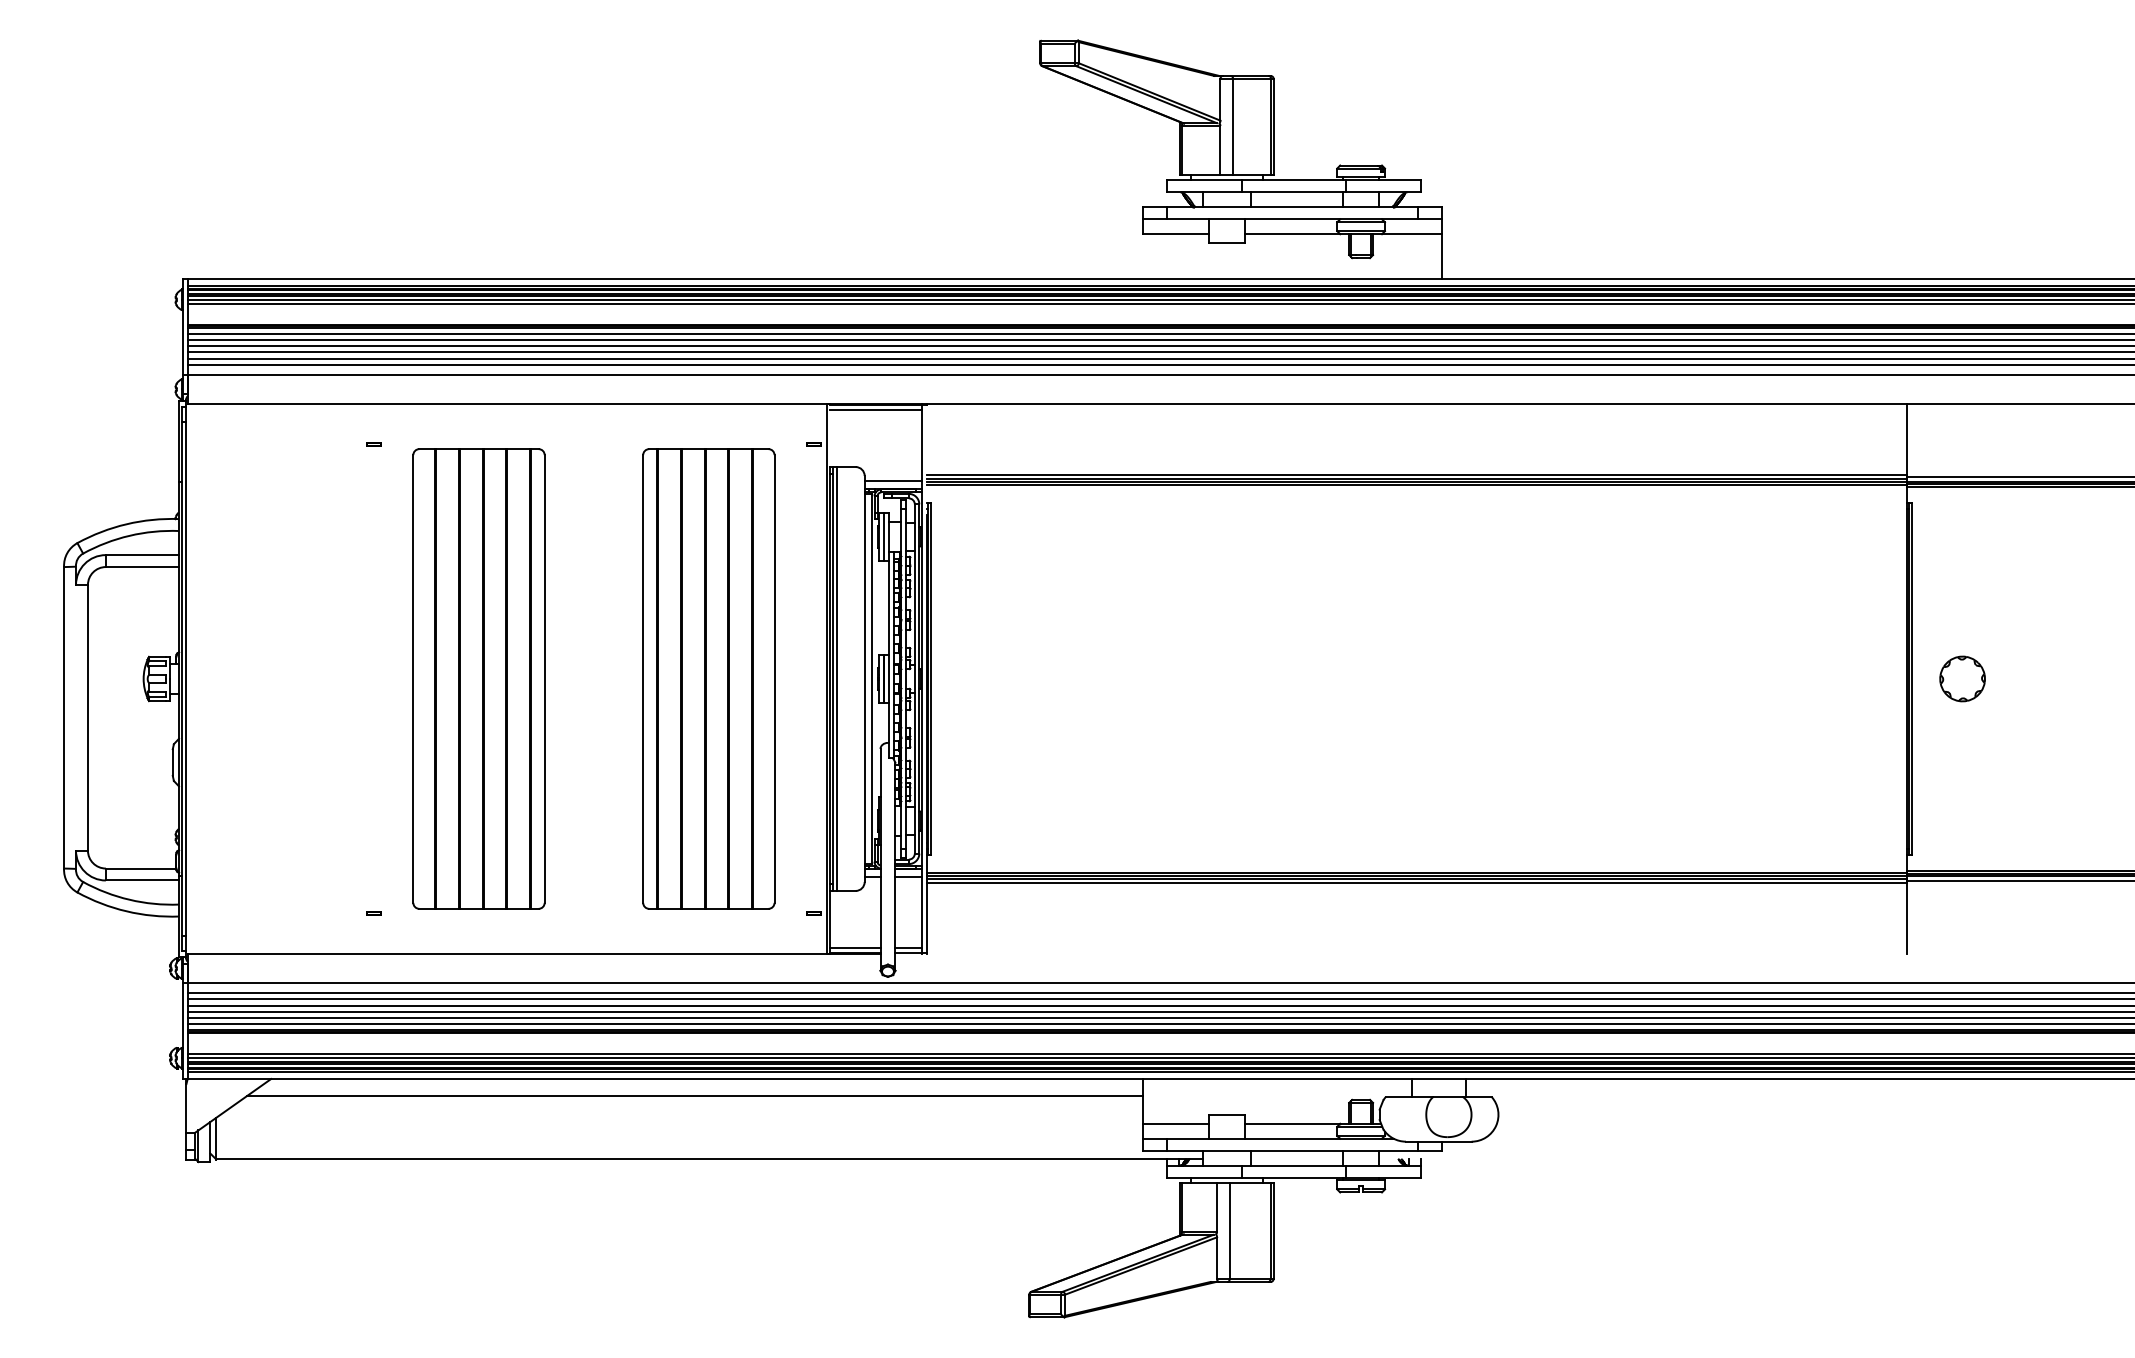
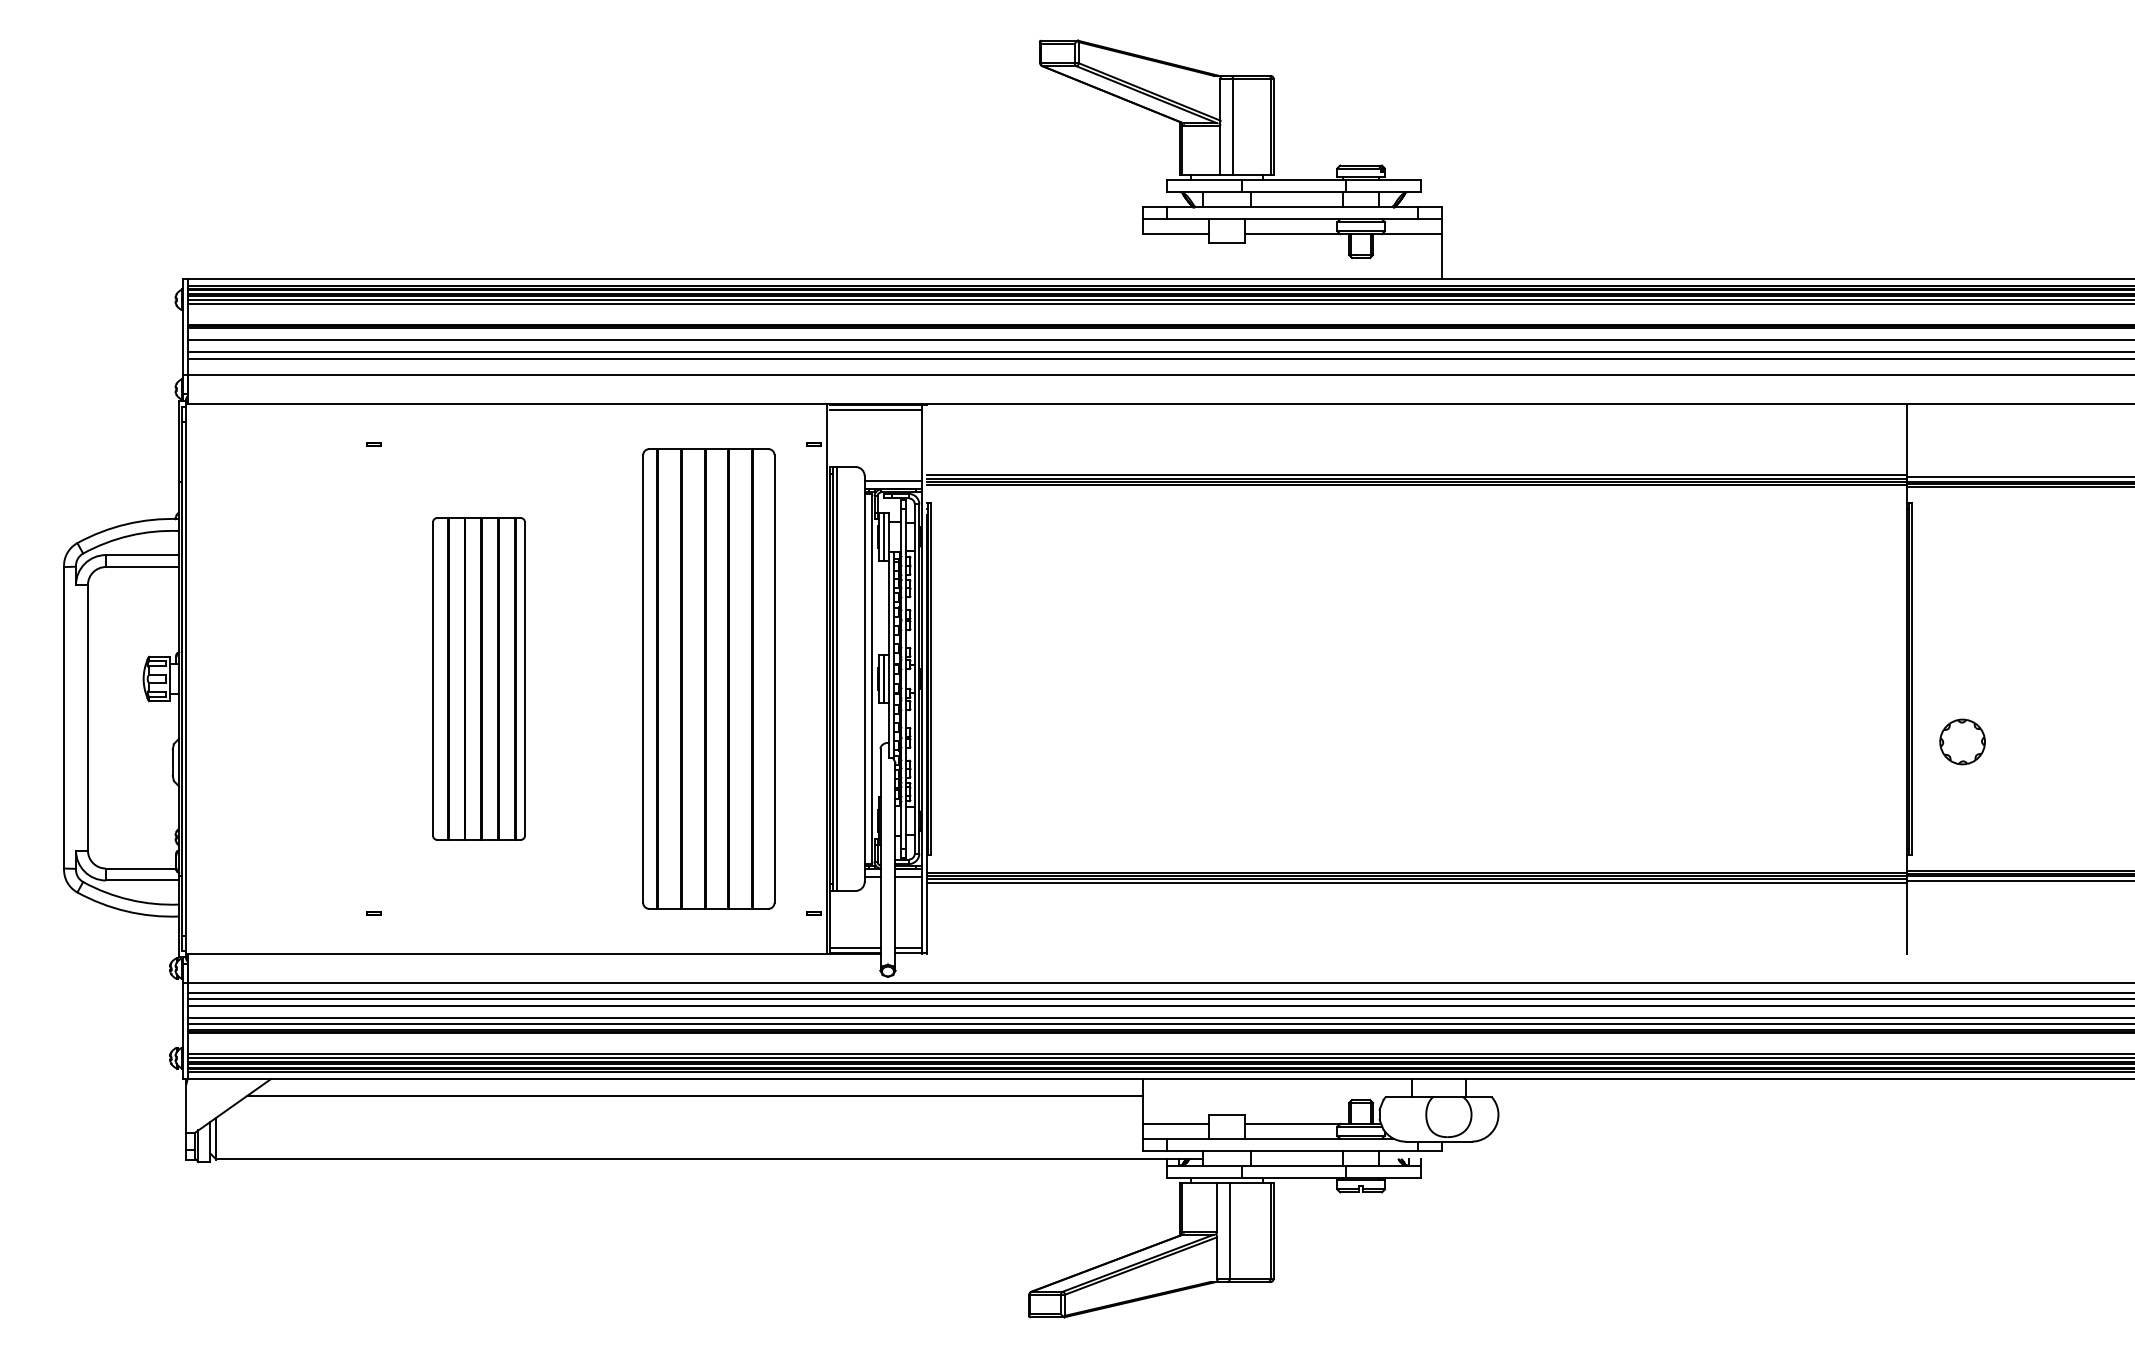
line at (1159, 334): present -> none
line at (1159, 346): present -> none
line at (1159, 365): present -> none
part at (478, 678) size: 134x462 px -> 94x324 px
part at (1962, 678) position: (1962, 678) -> (1962, 741)
line at (1159, 1011): present -> none
